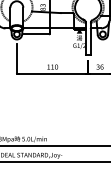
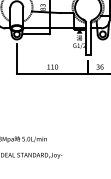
line at (54, 145): present -> none
line at (54, 162): present -> none
